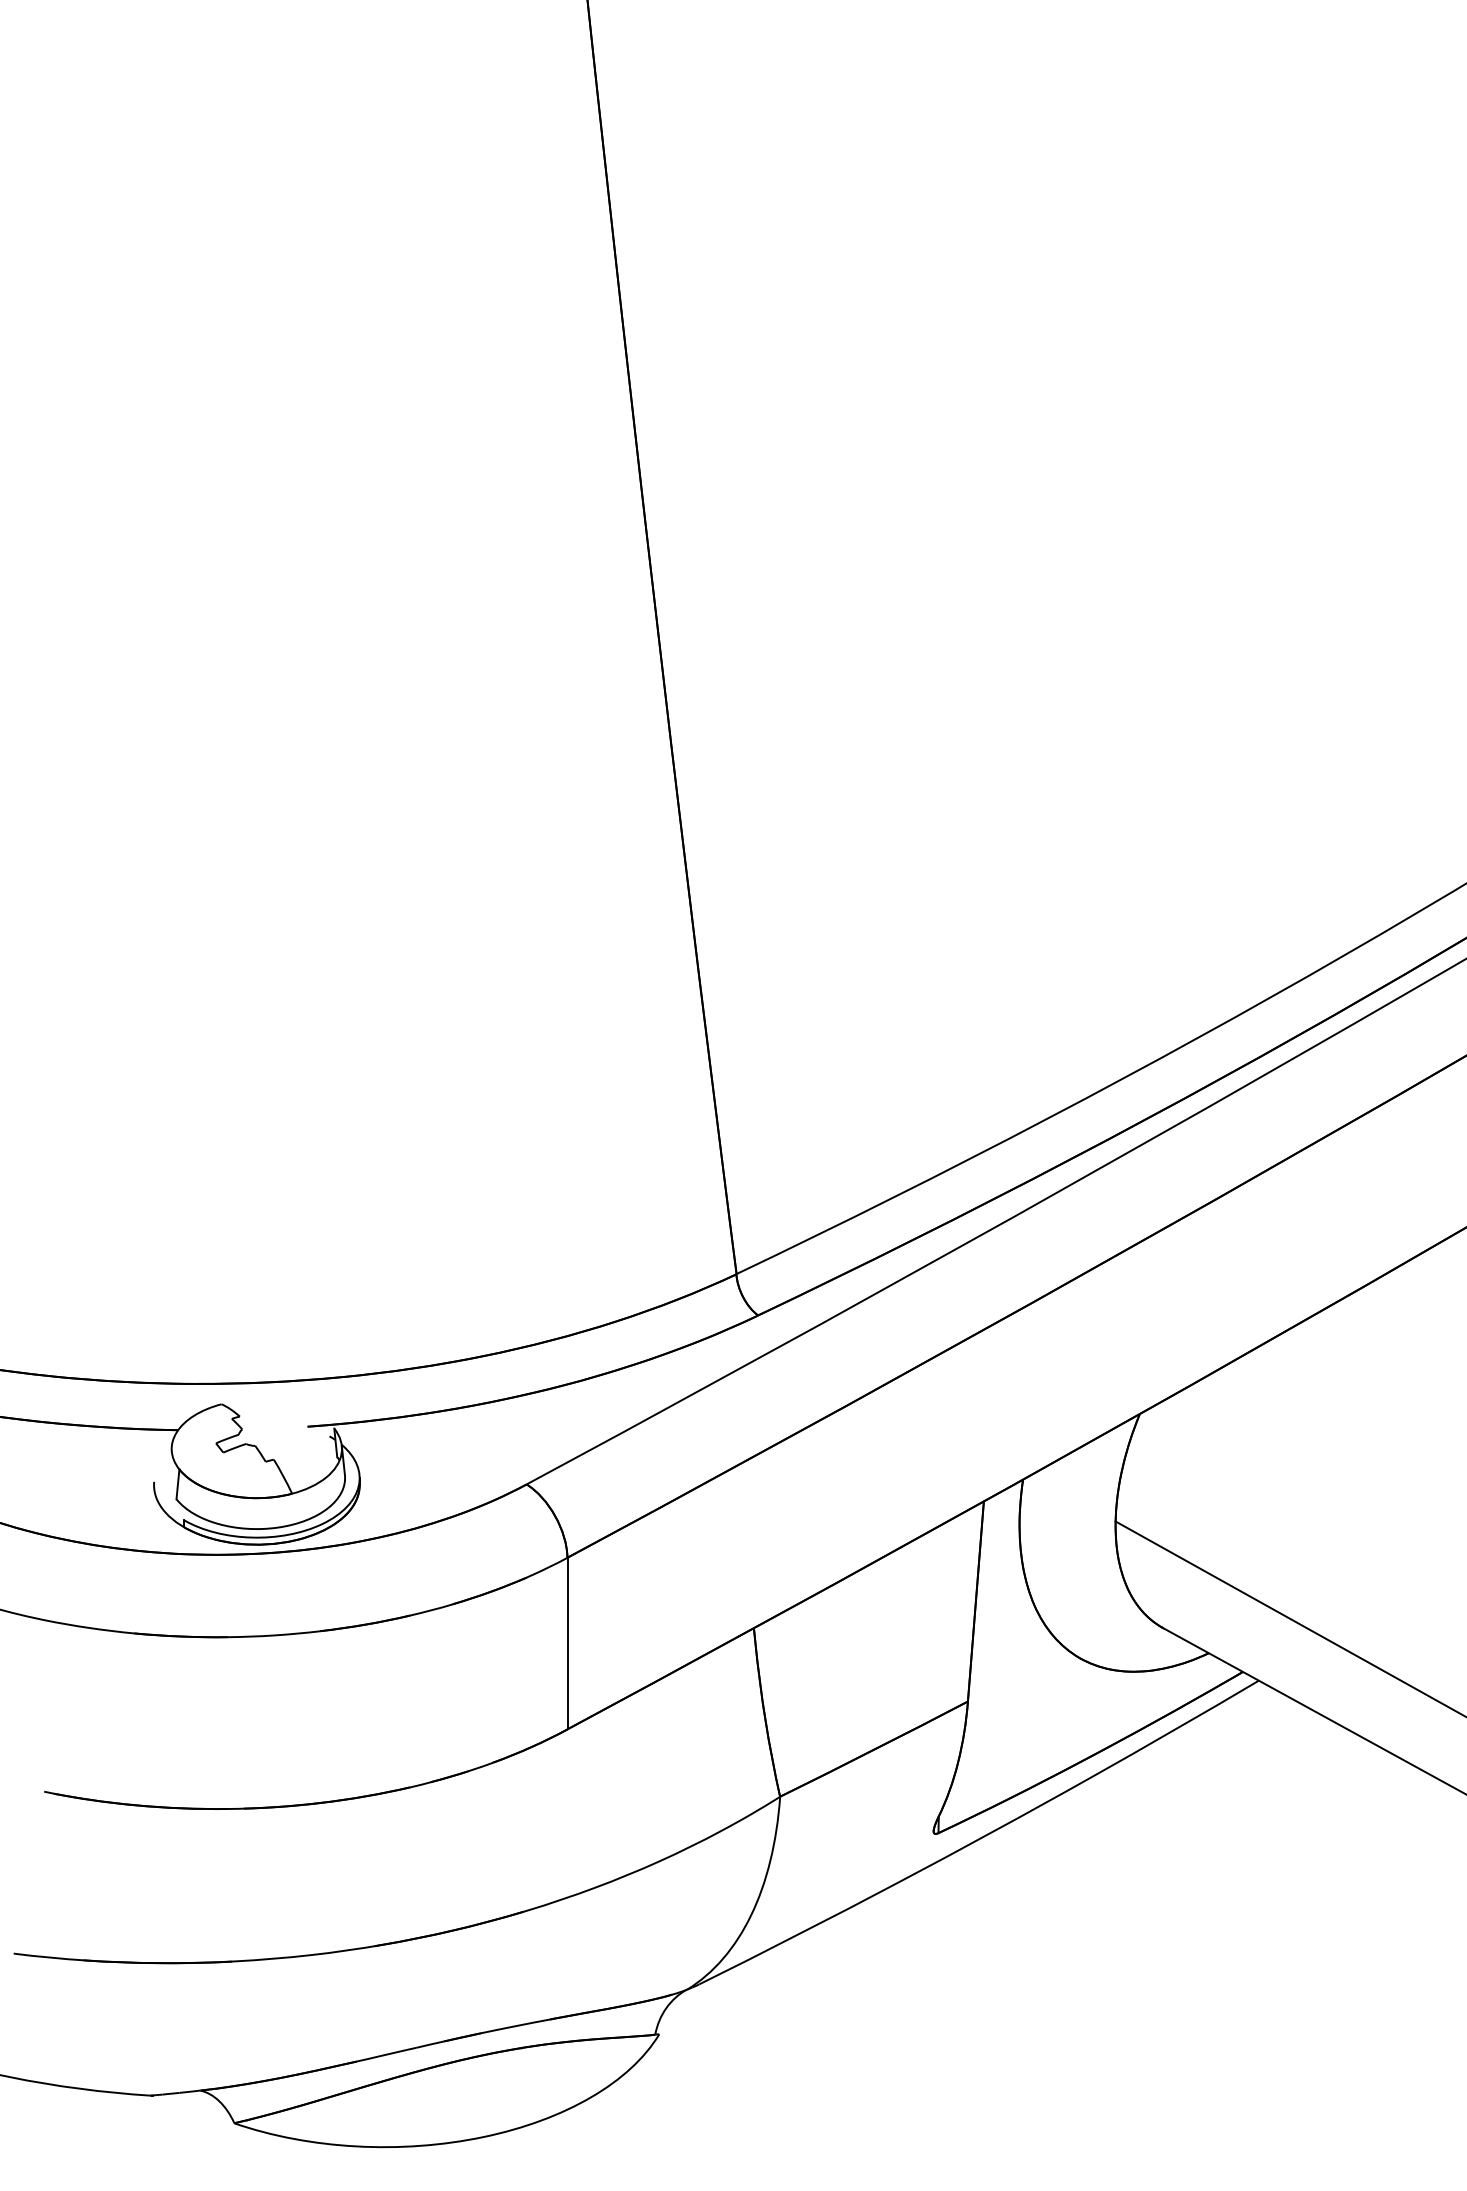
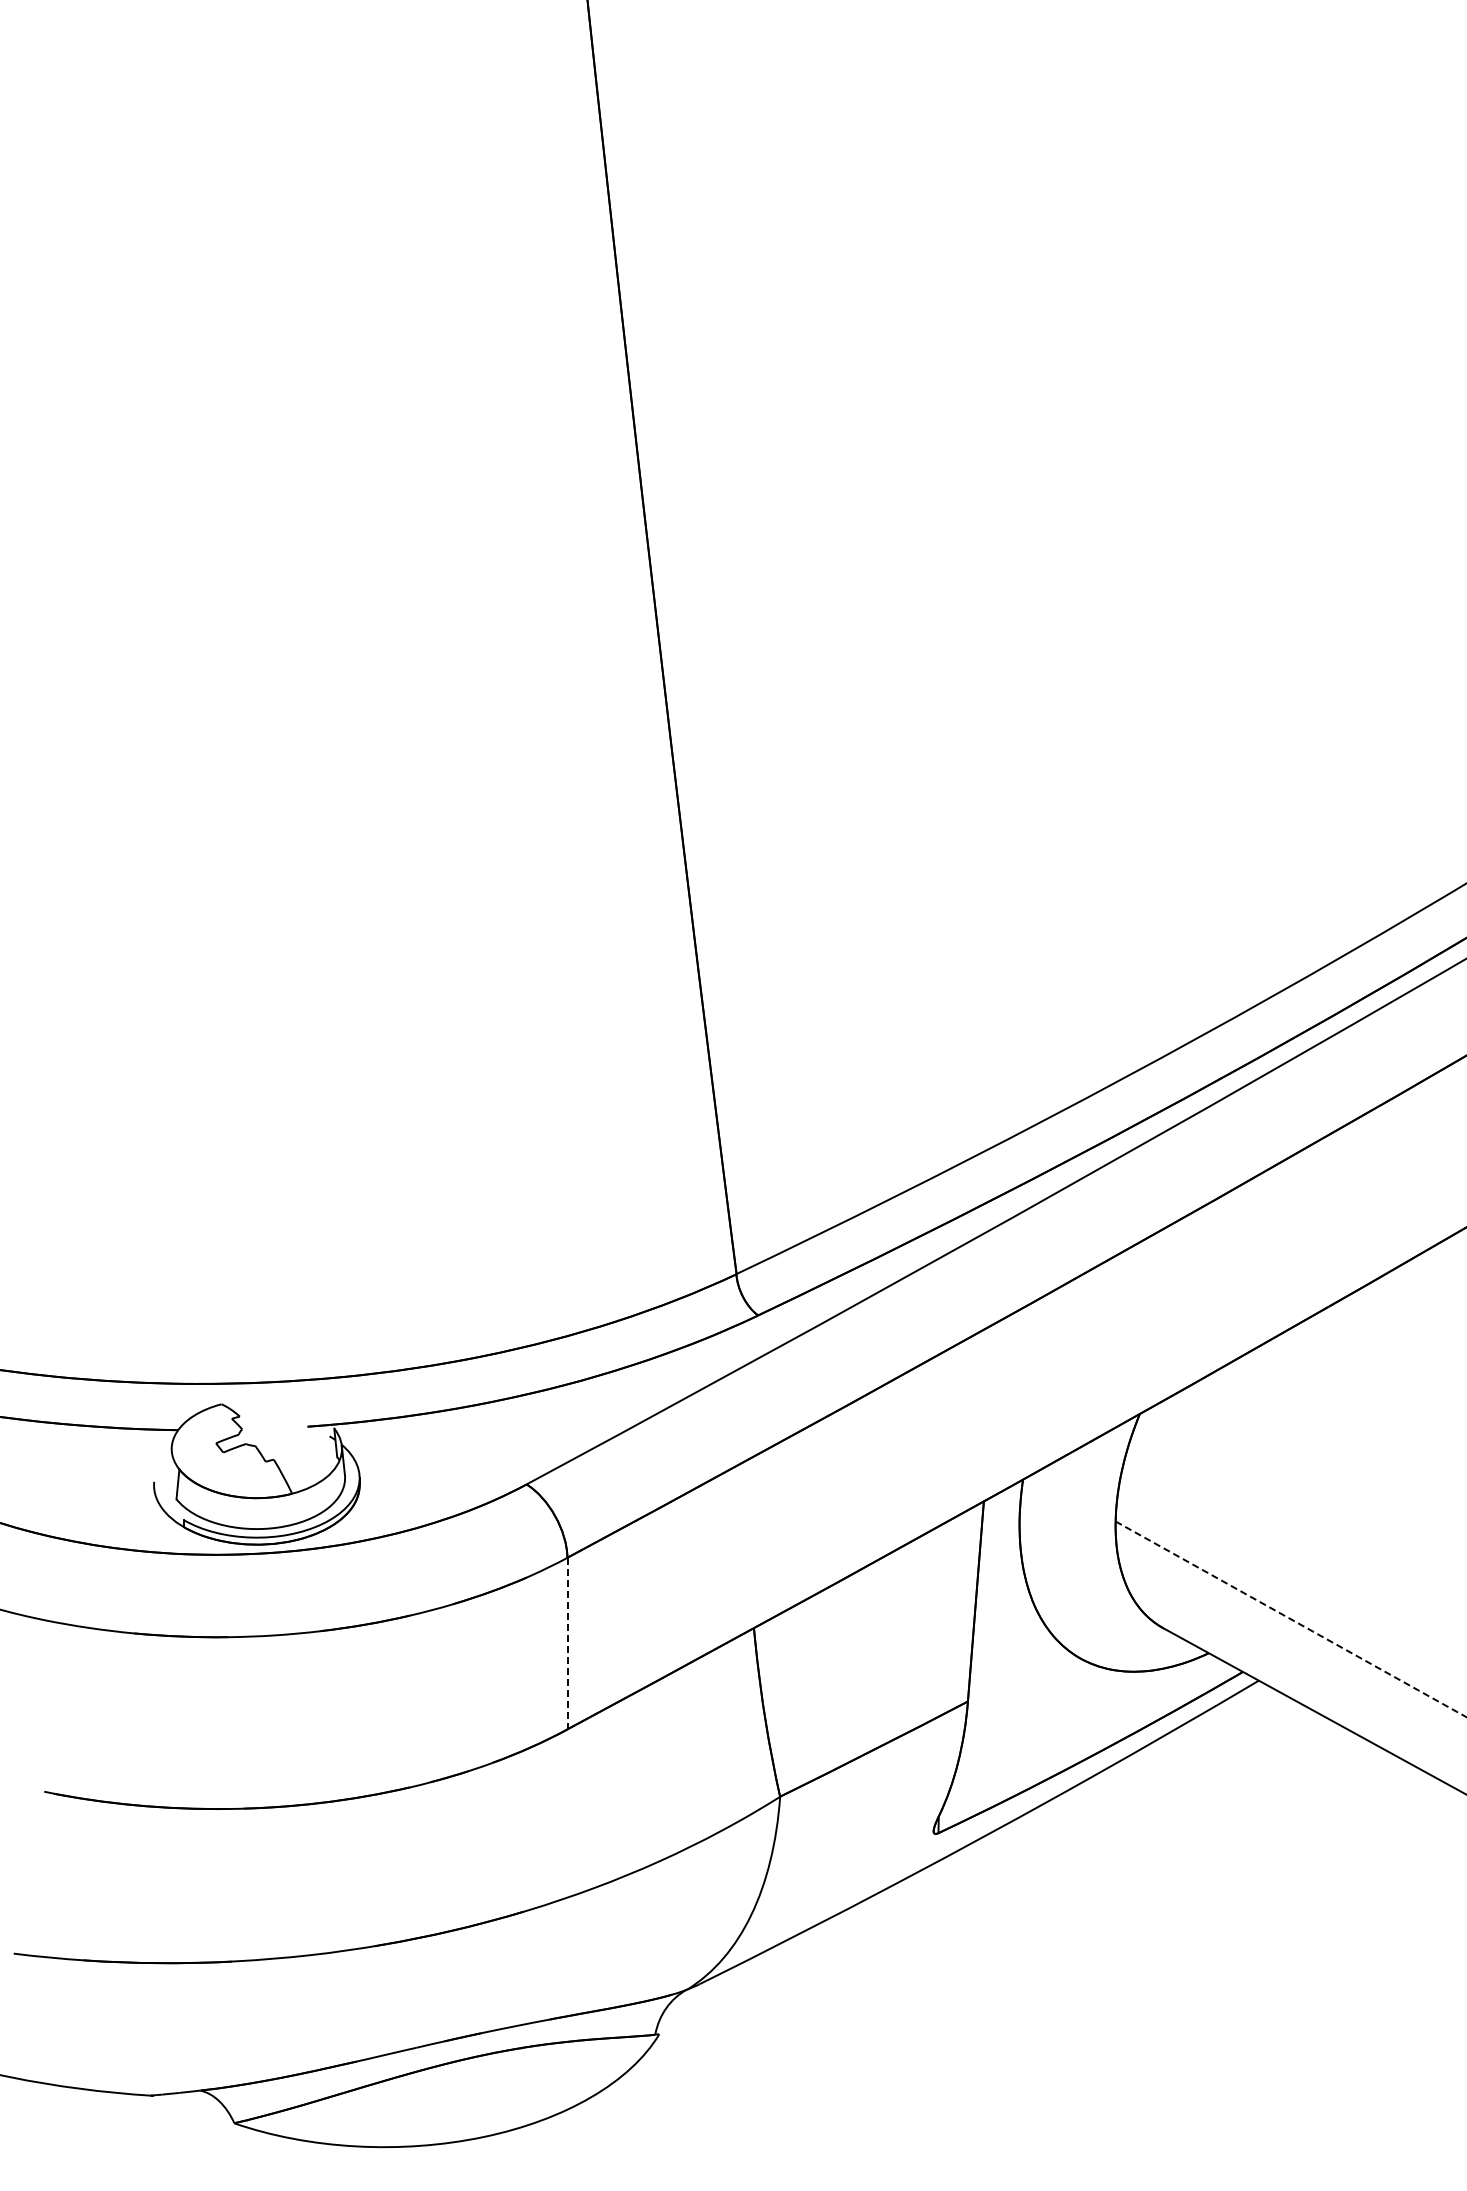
line at (1291, 1619): solid -> dashed
line at (567, 1643): solid -> dashed
